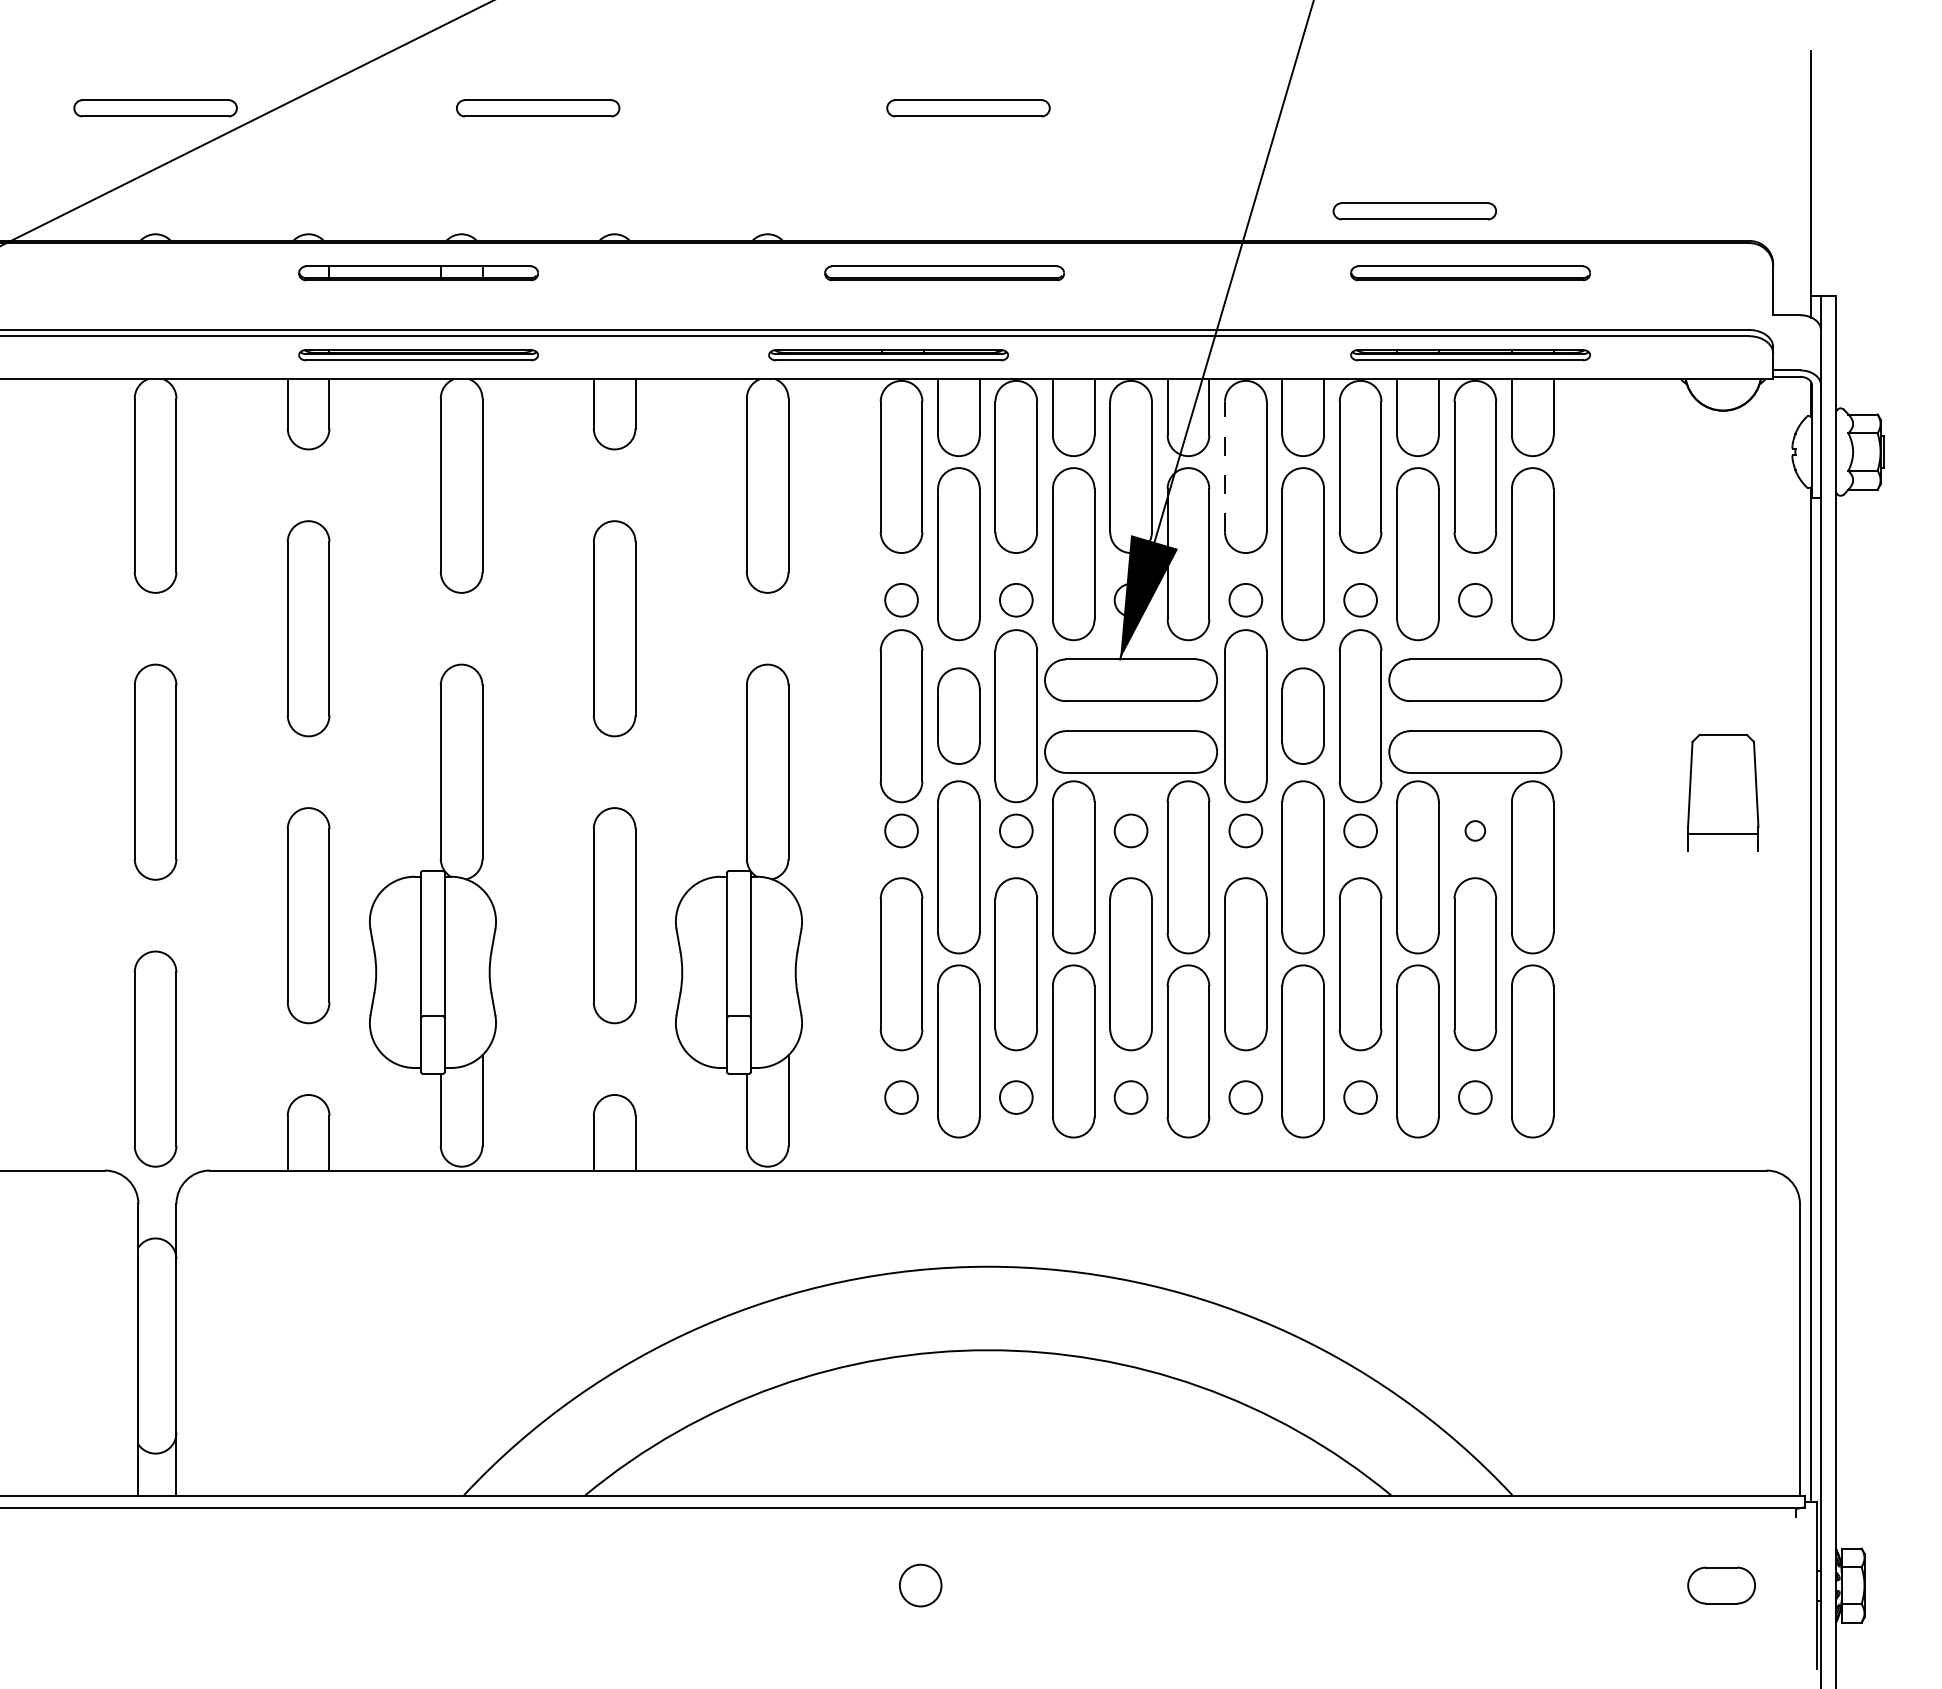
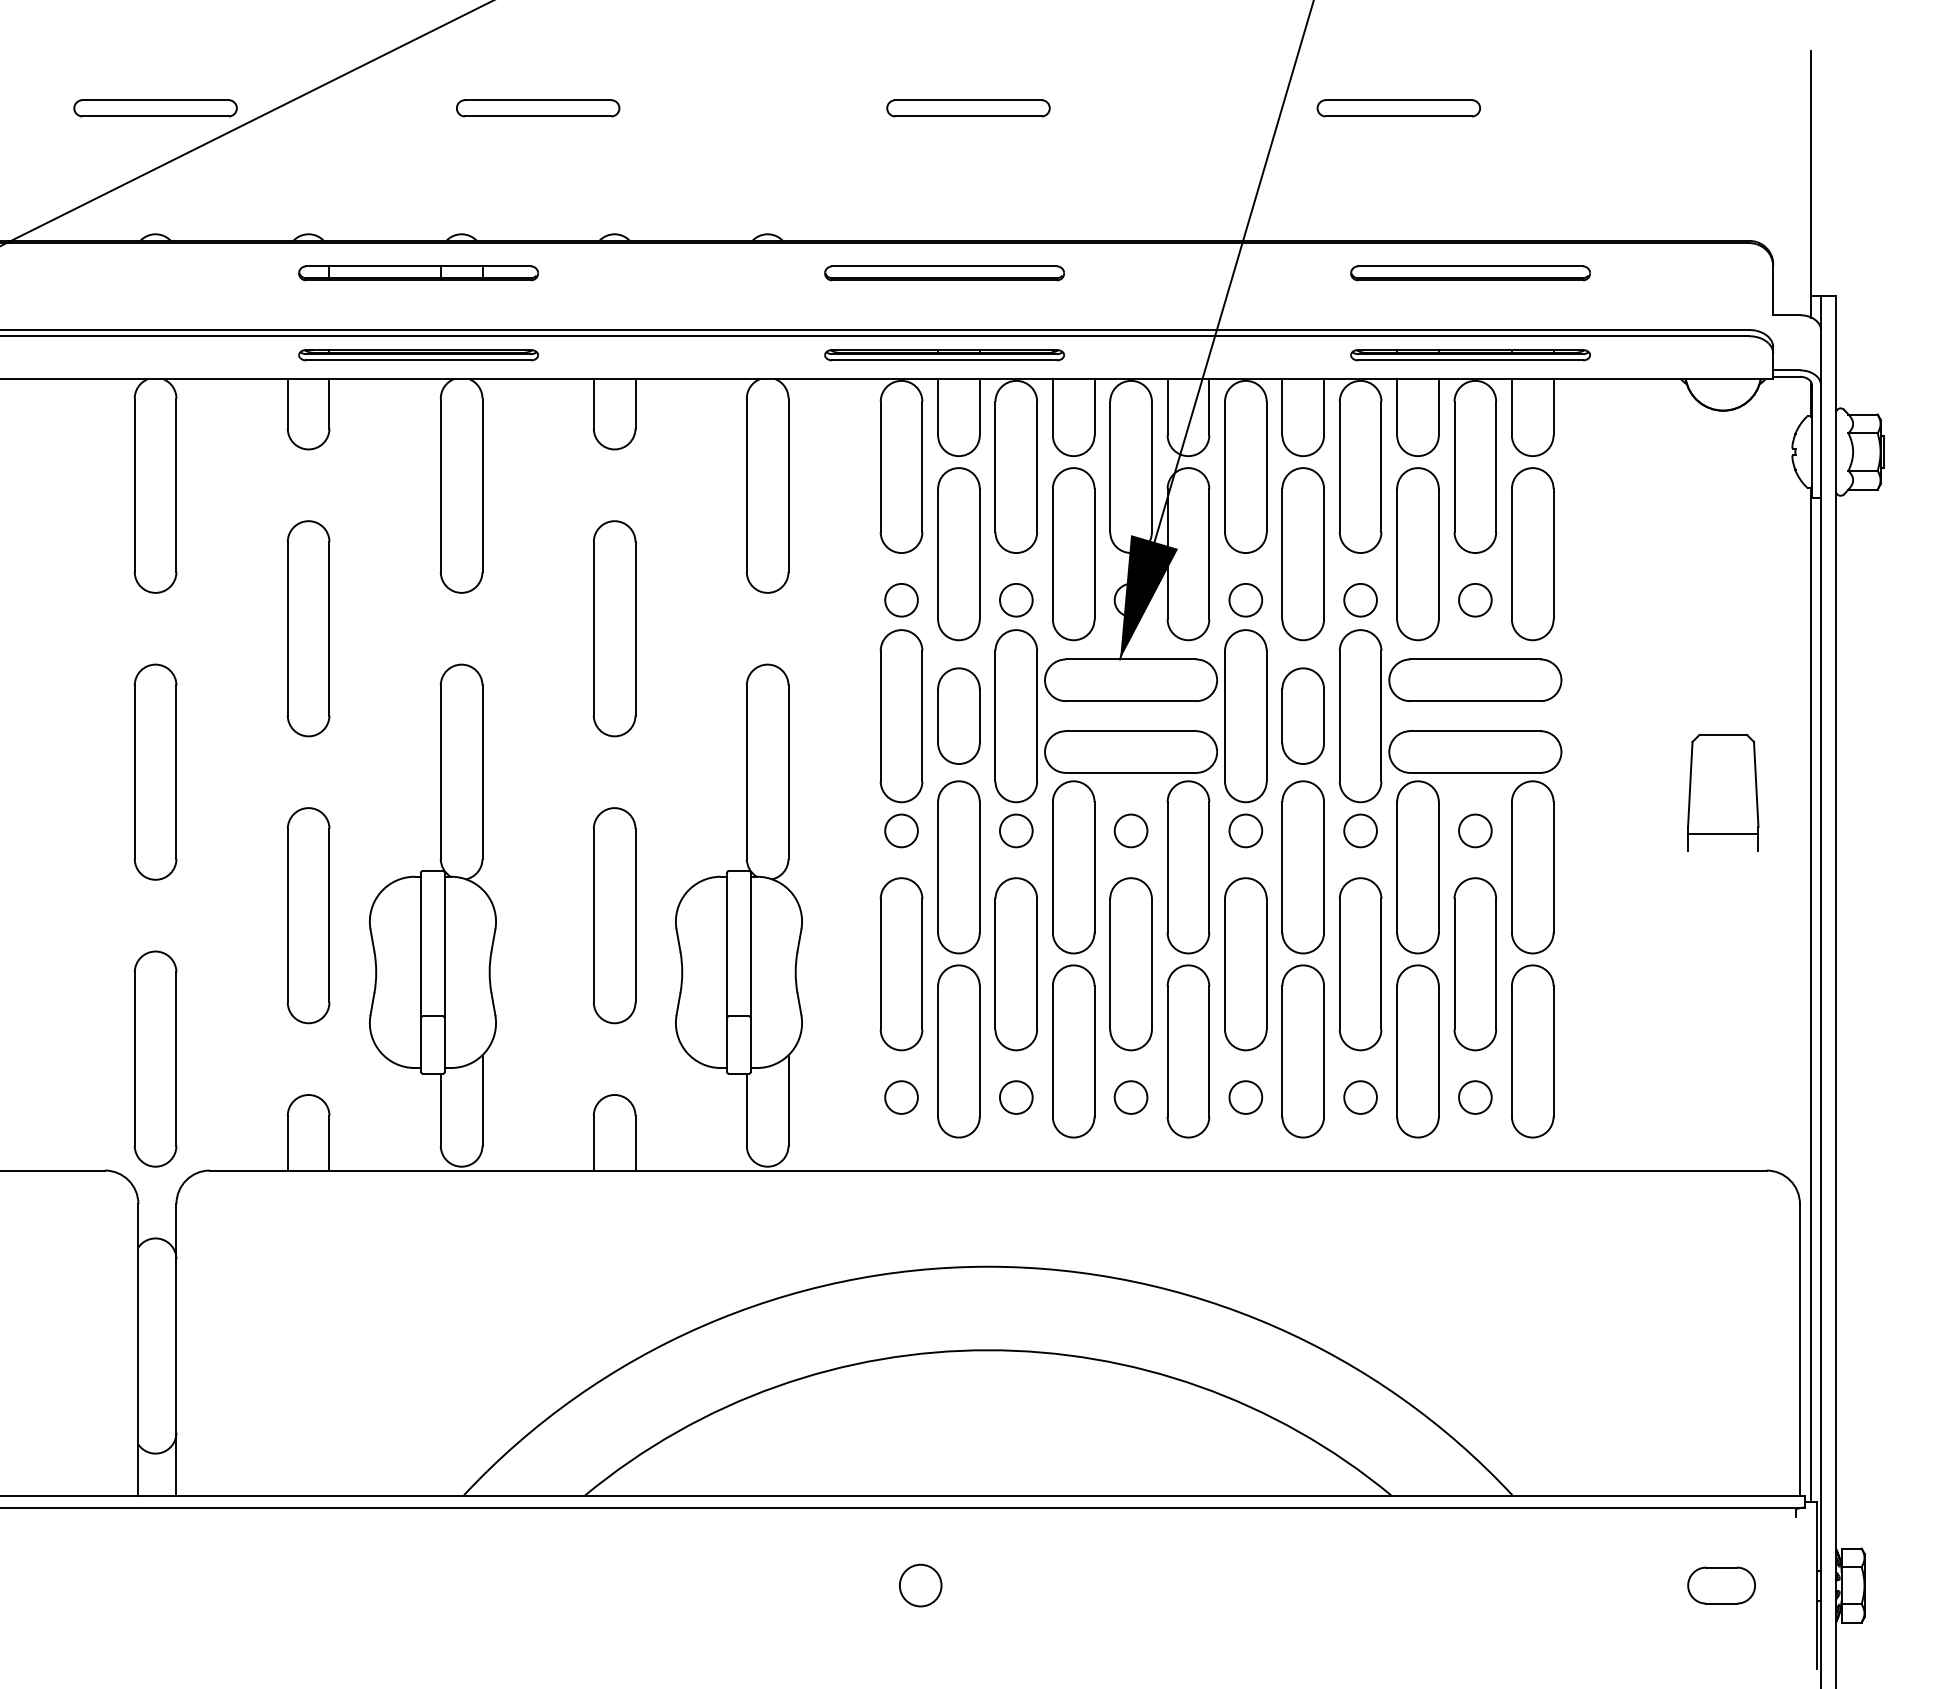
part at (1414, 211) position: (1414, 211) -> (1398, 108)
part at (888, 355) position: (888, 355) -> (944, 355)
line at (1225, 466): dashed -> solid
circle at (1475, 830) diameter: 20 px -> 33 px
